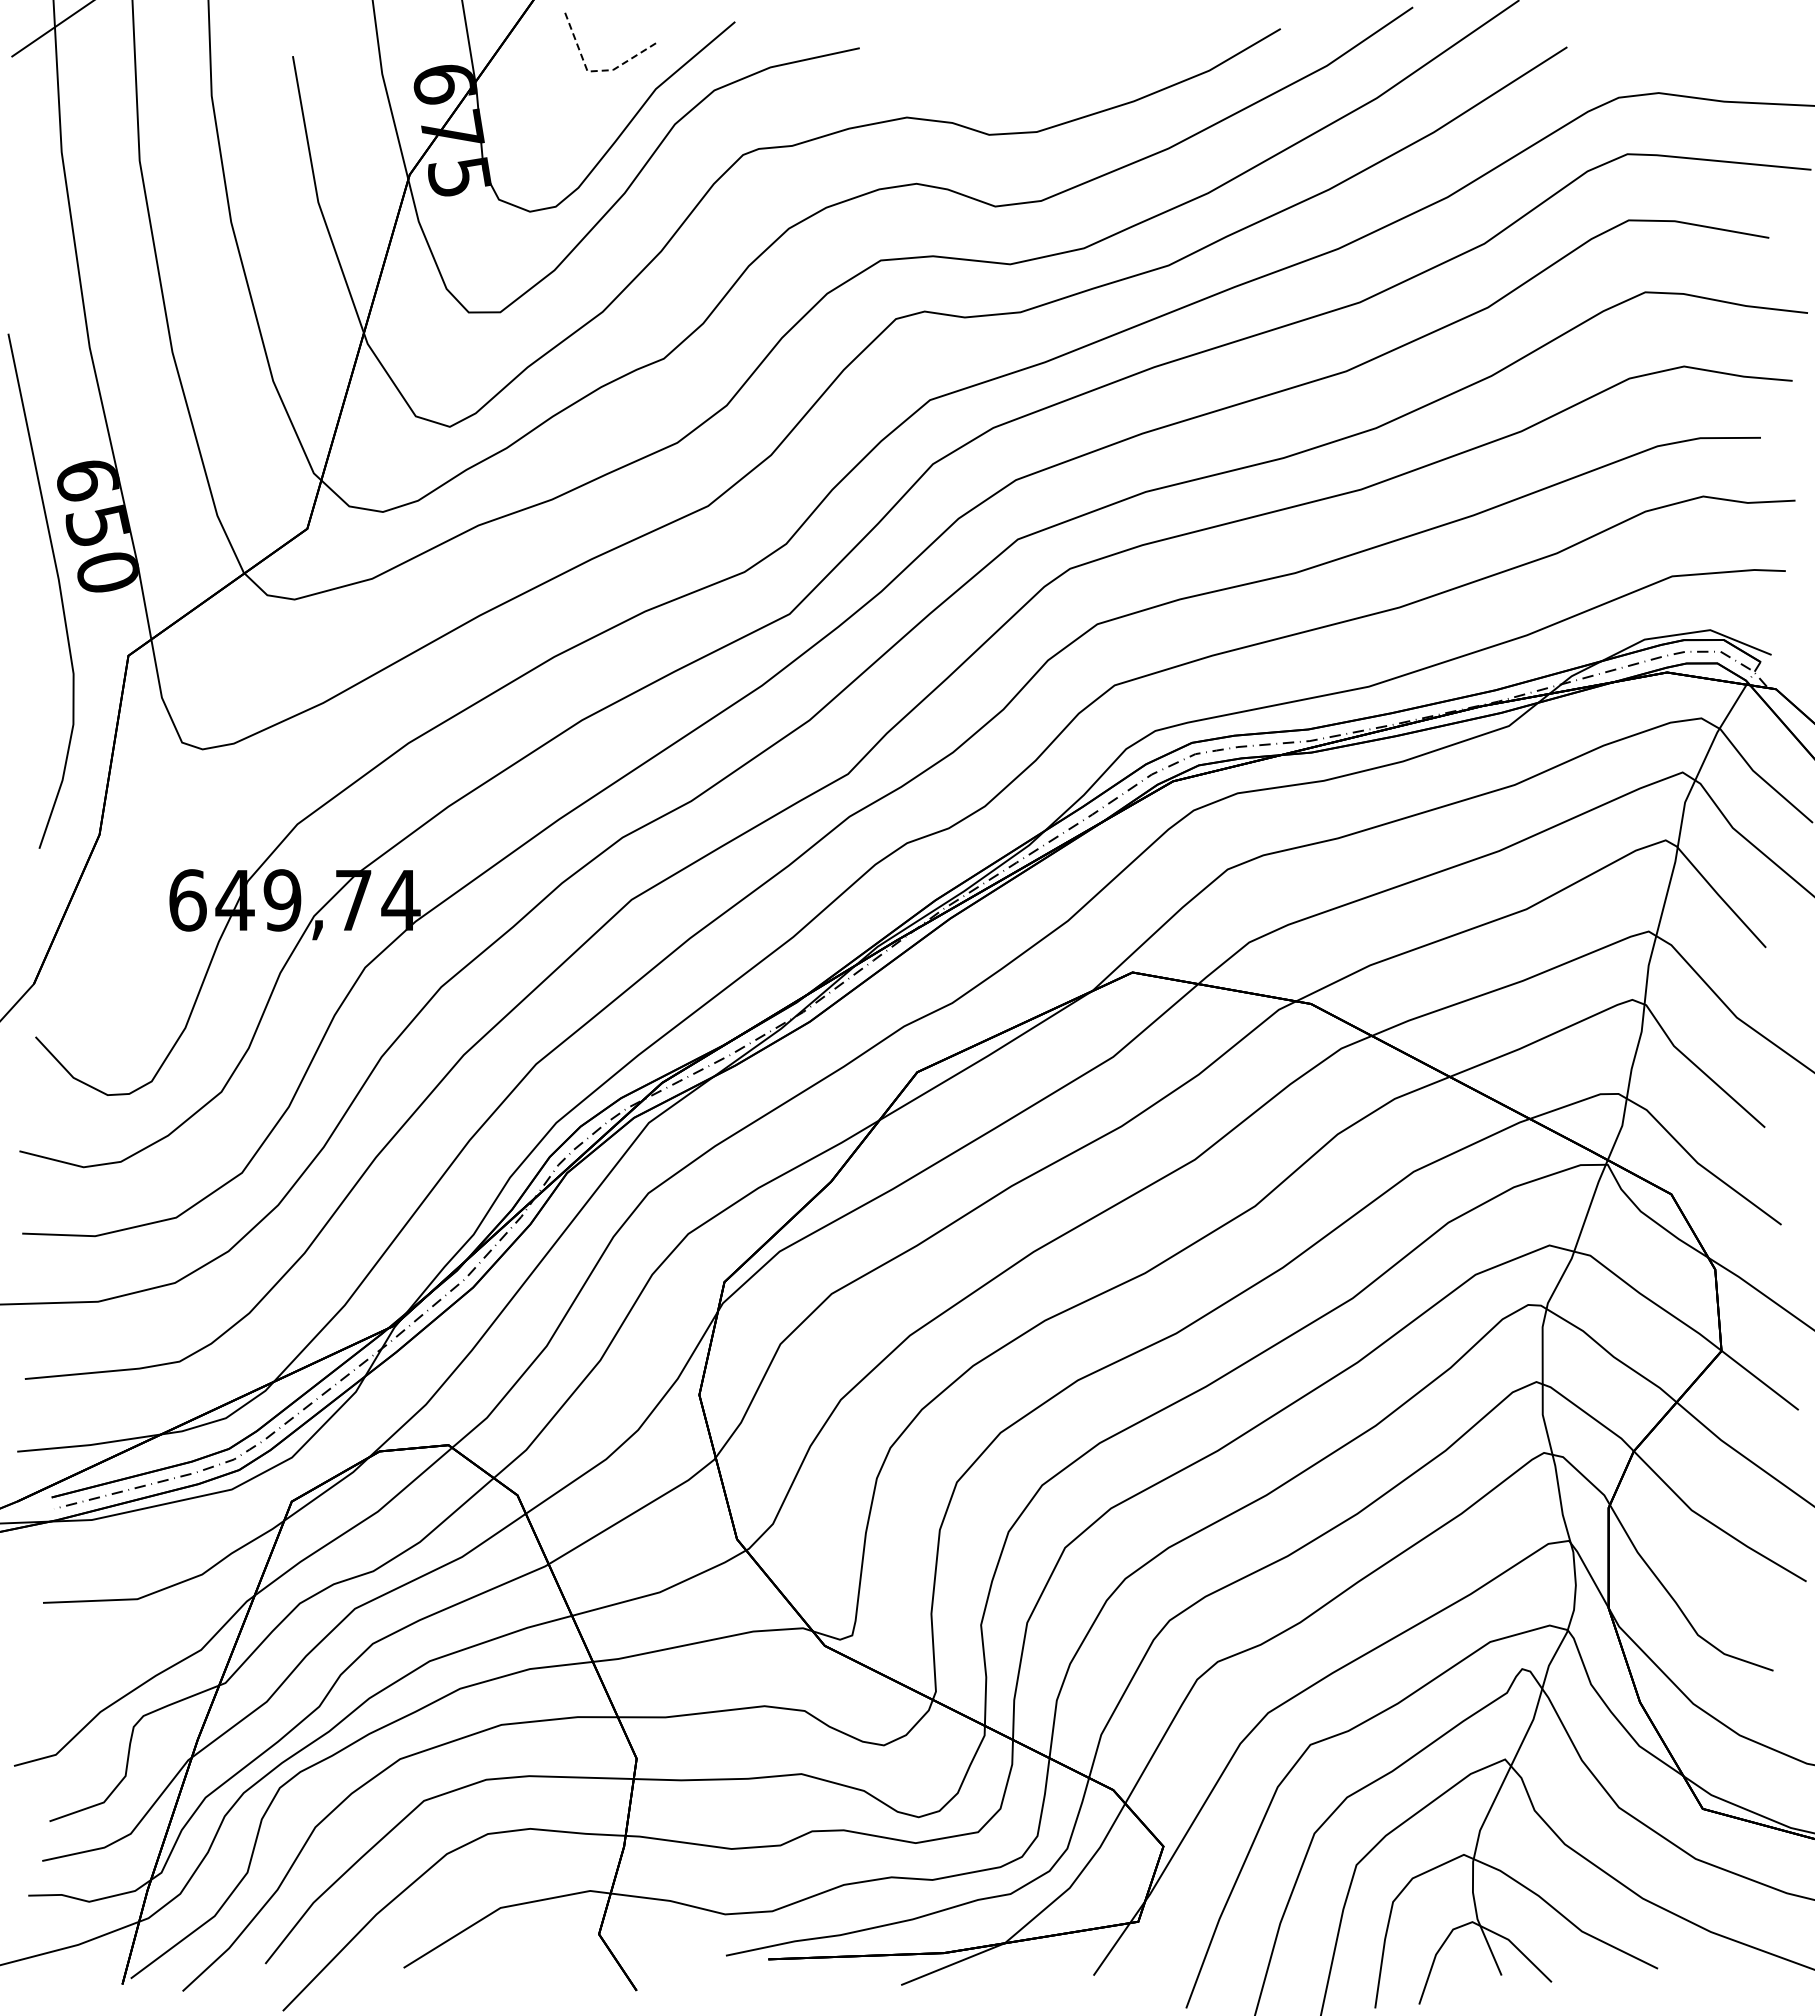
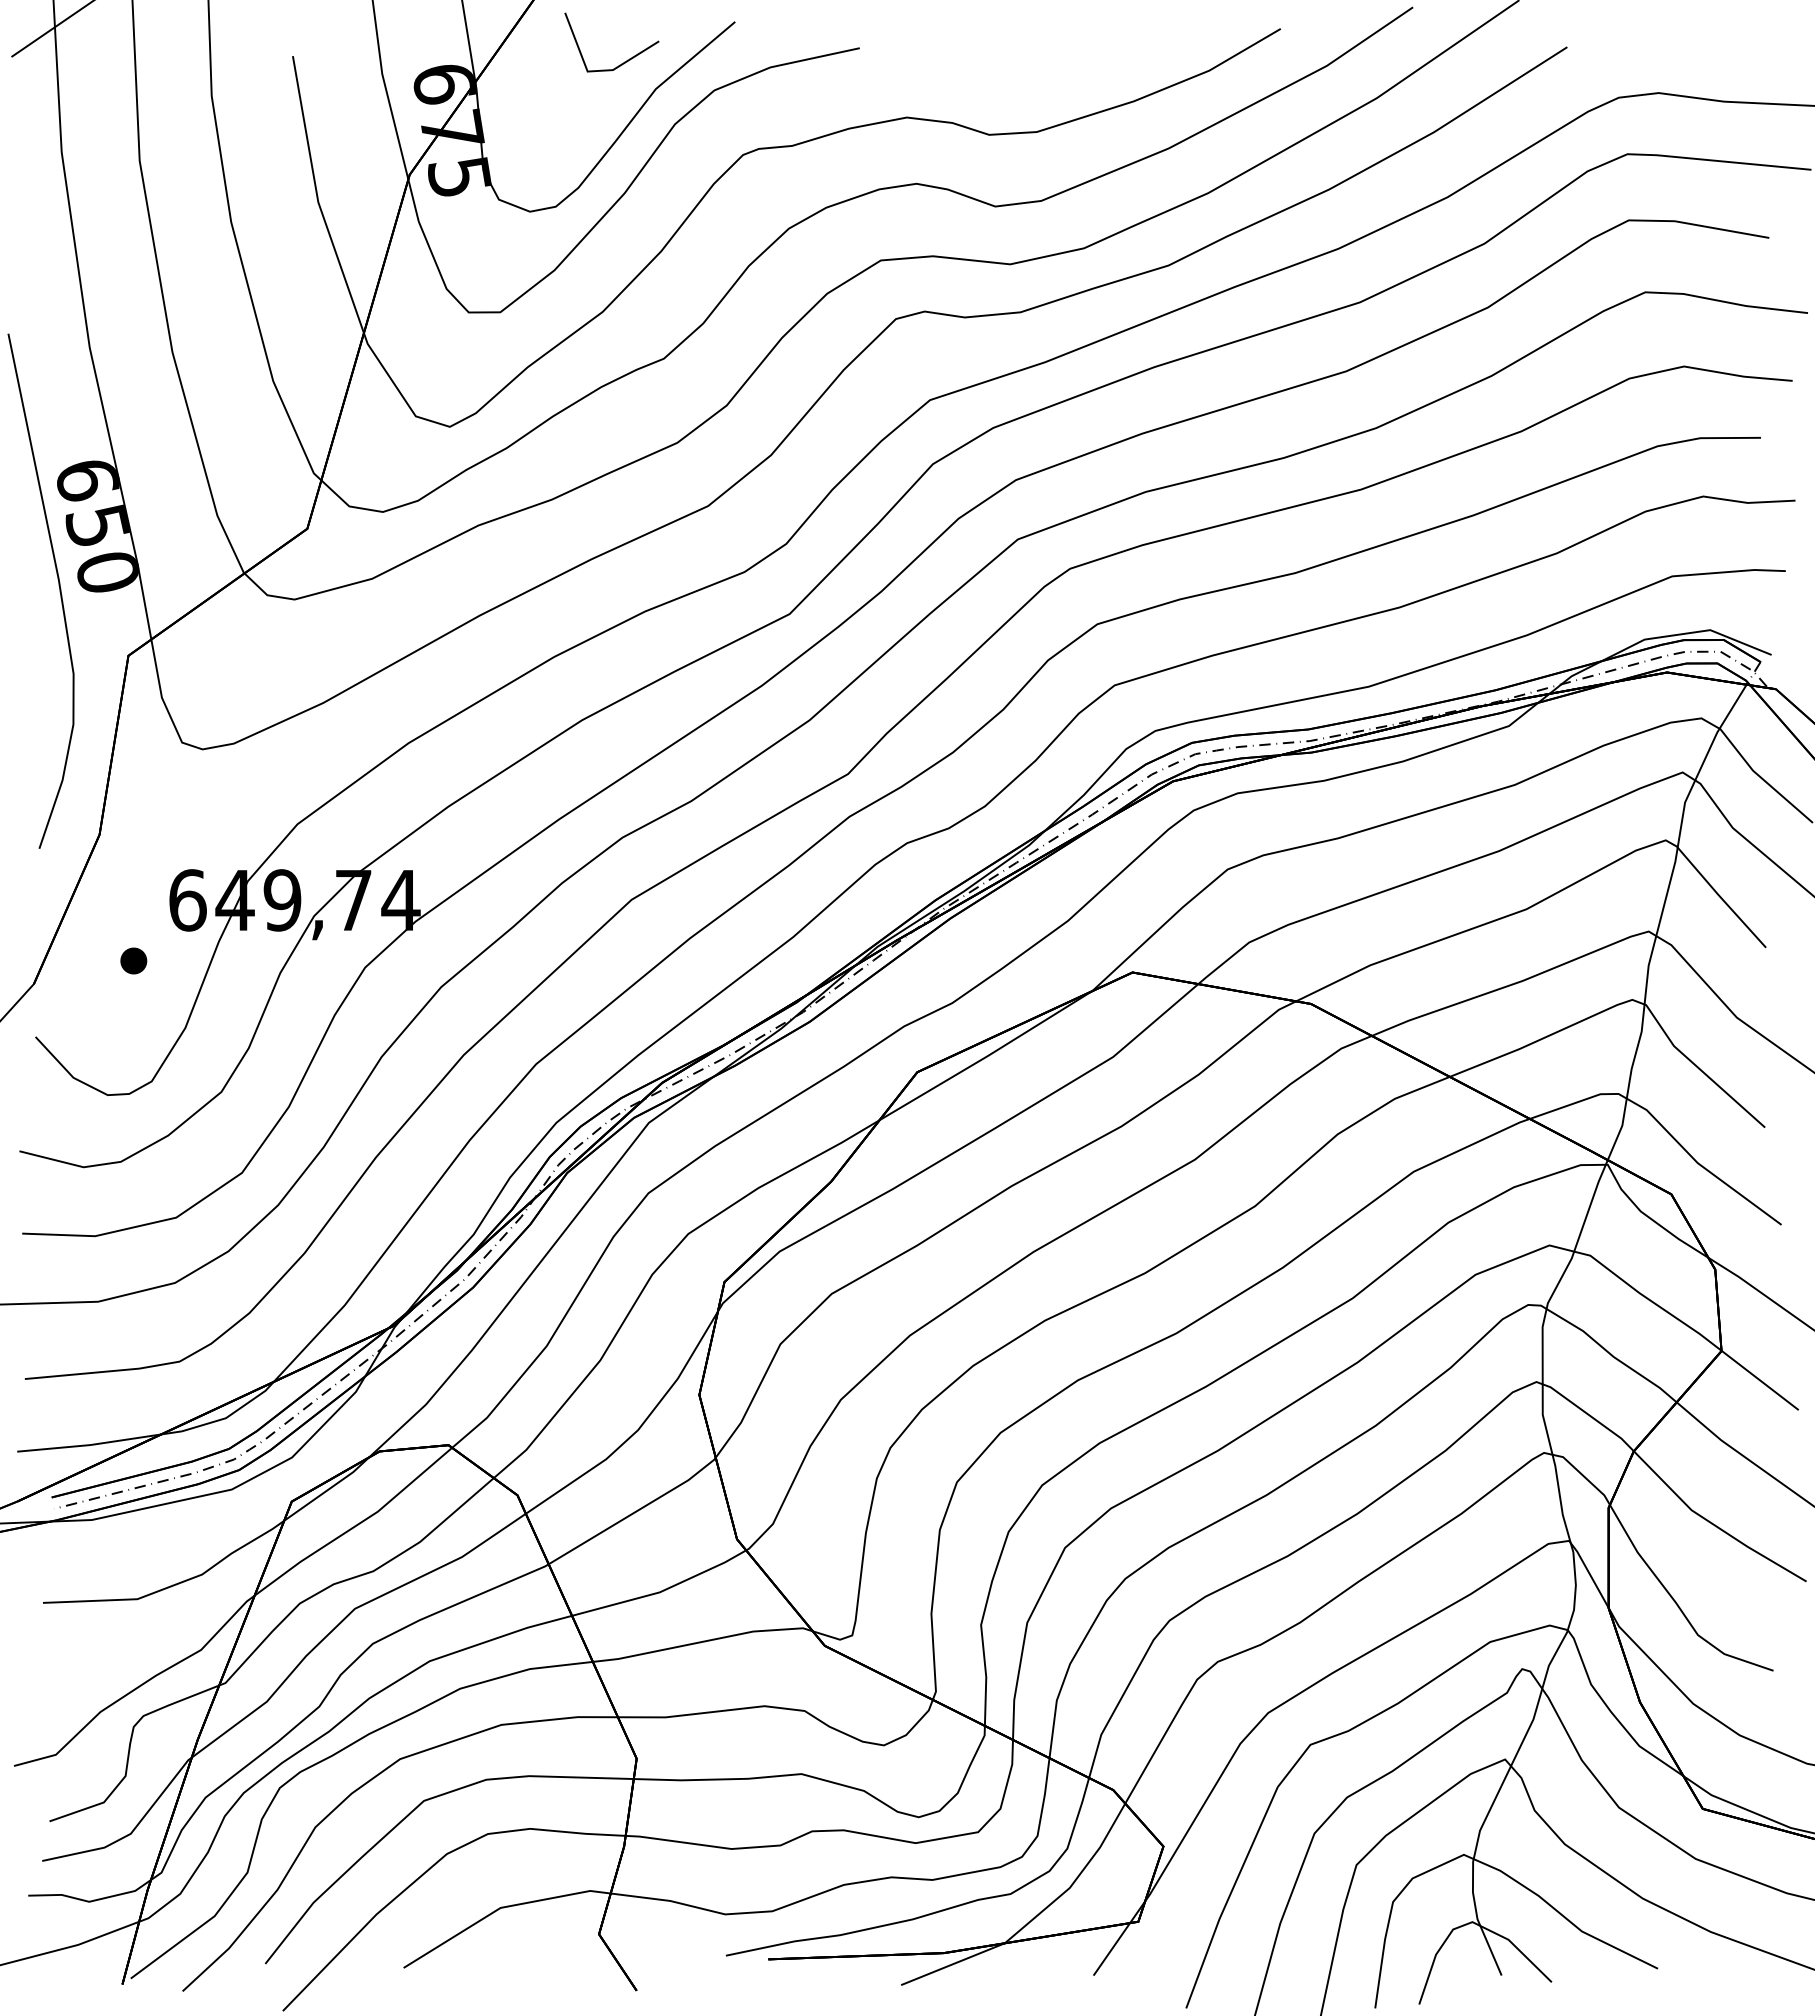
line at (596, 71): dashed -> solid
part at (133, 960): none -> present
